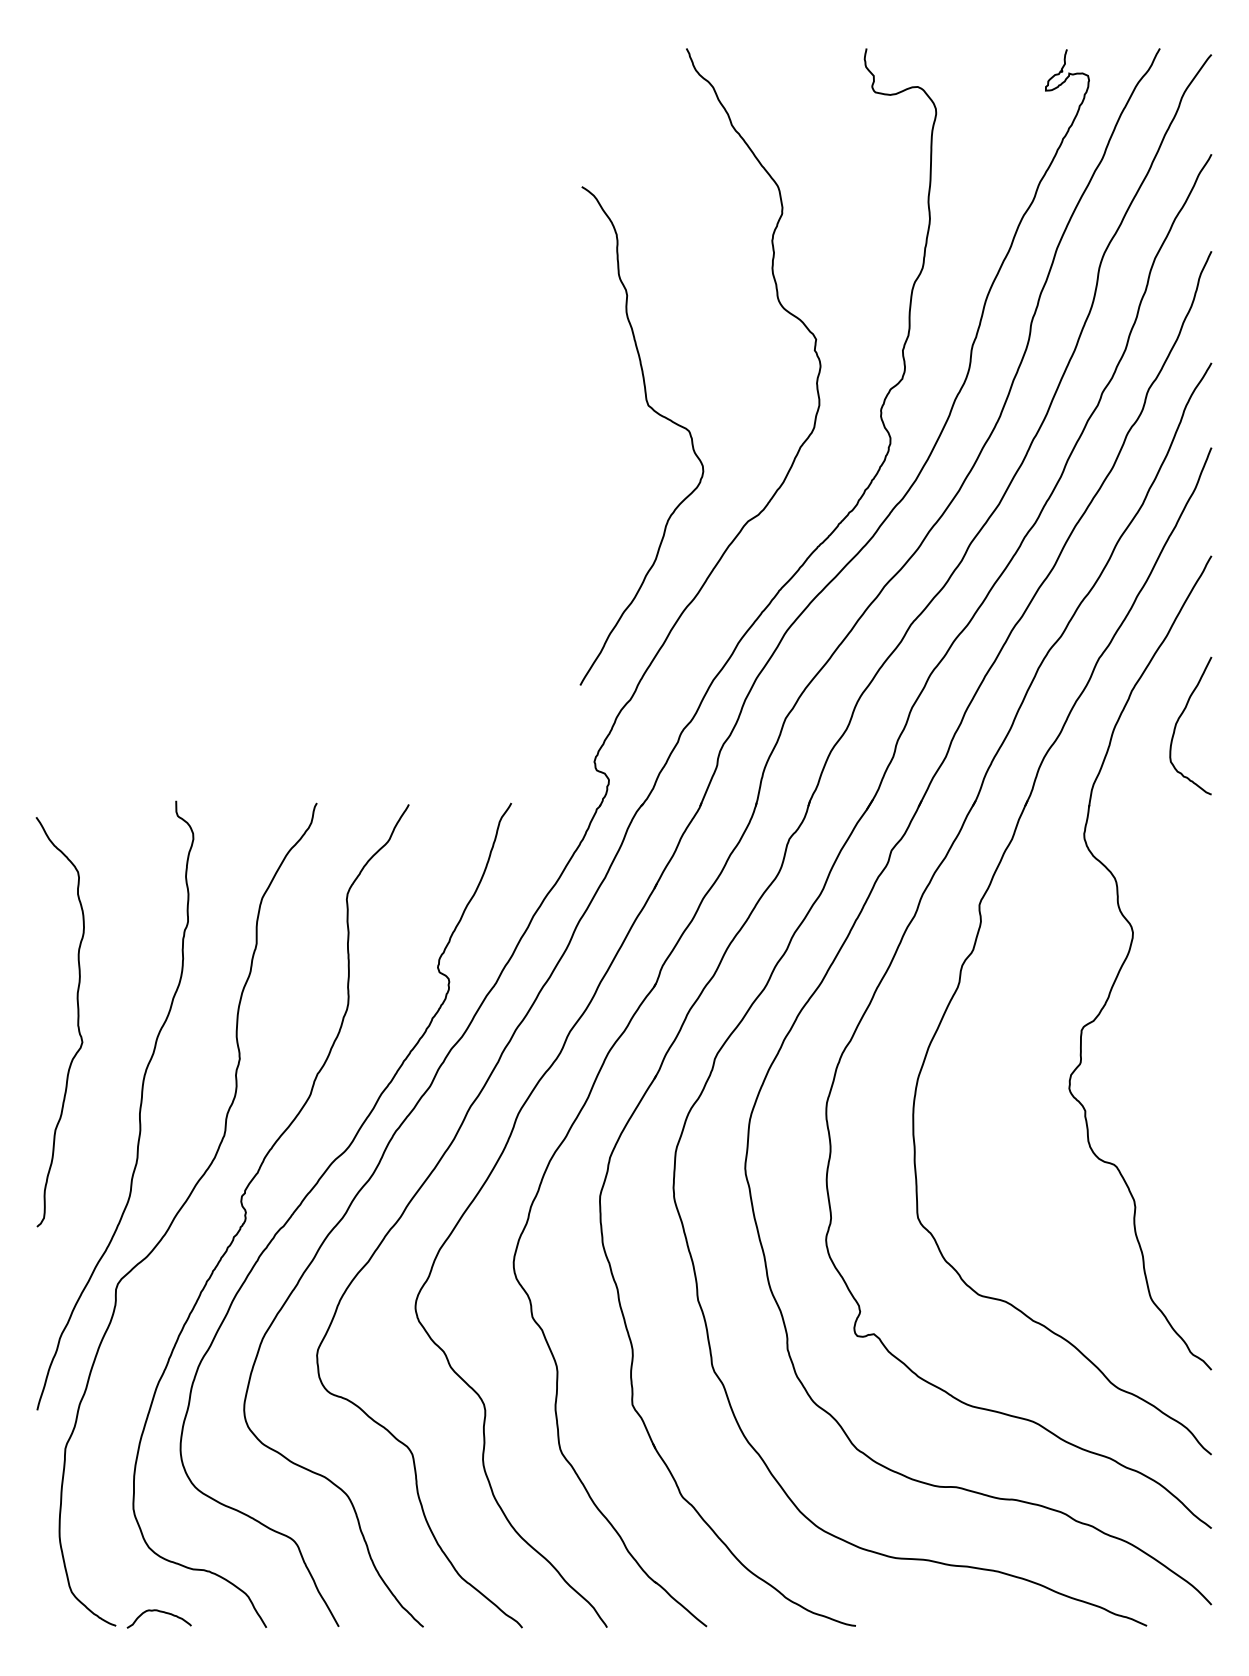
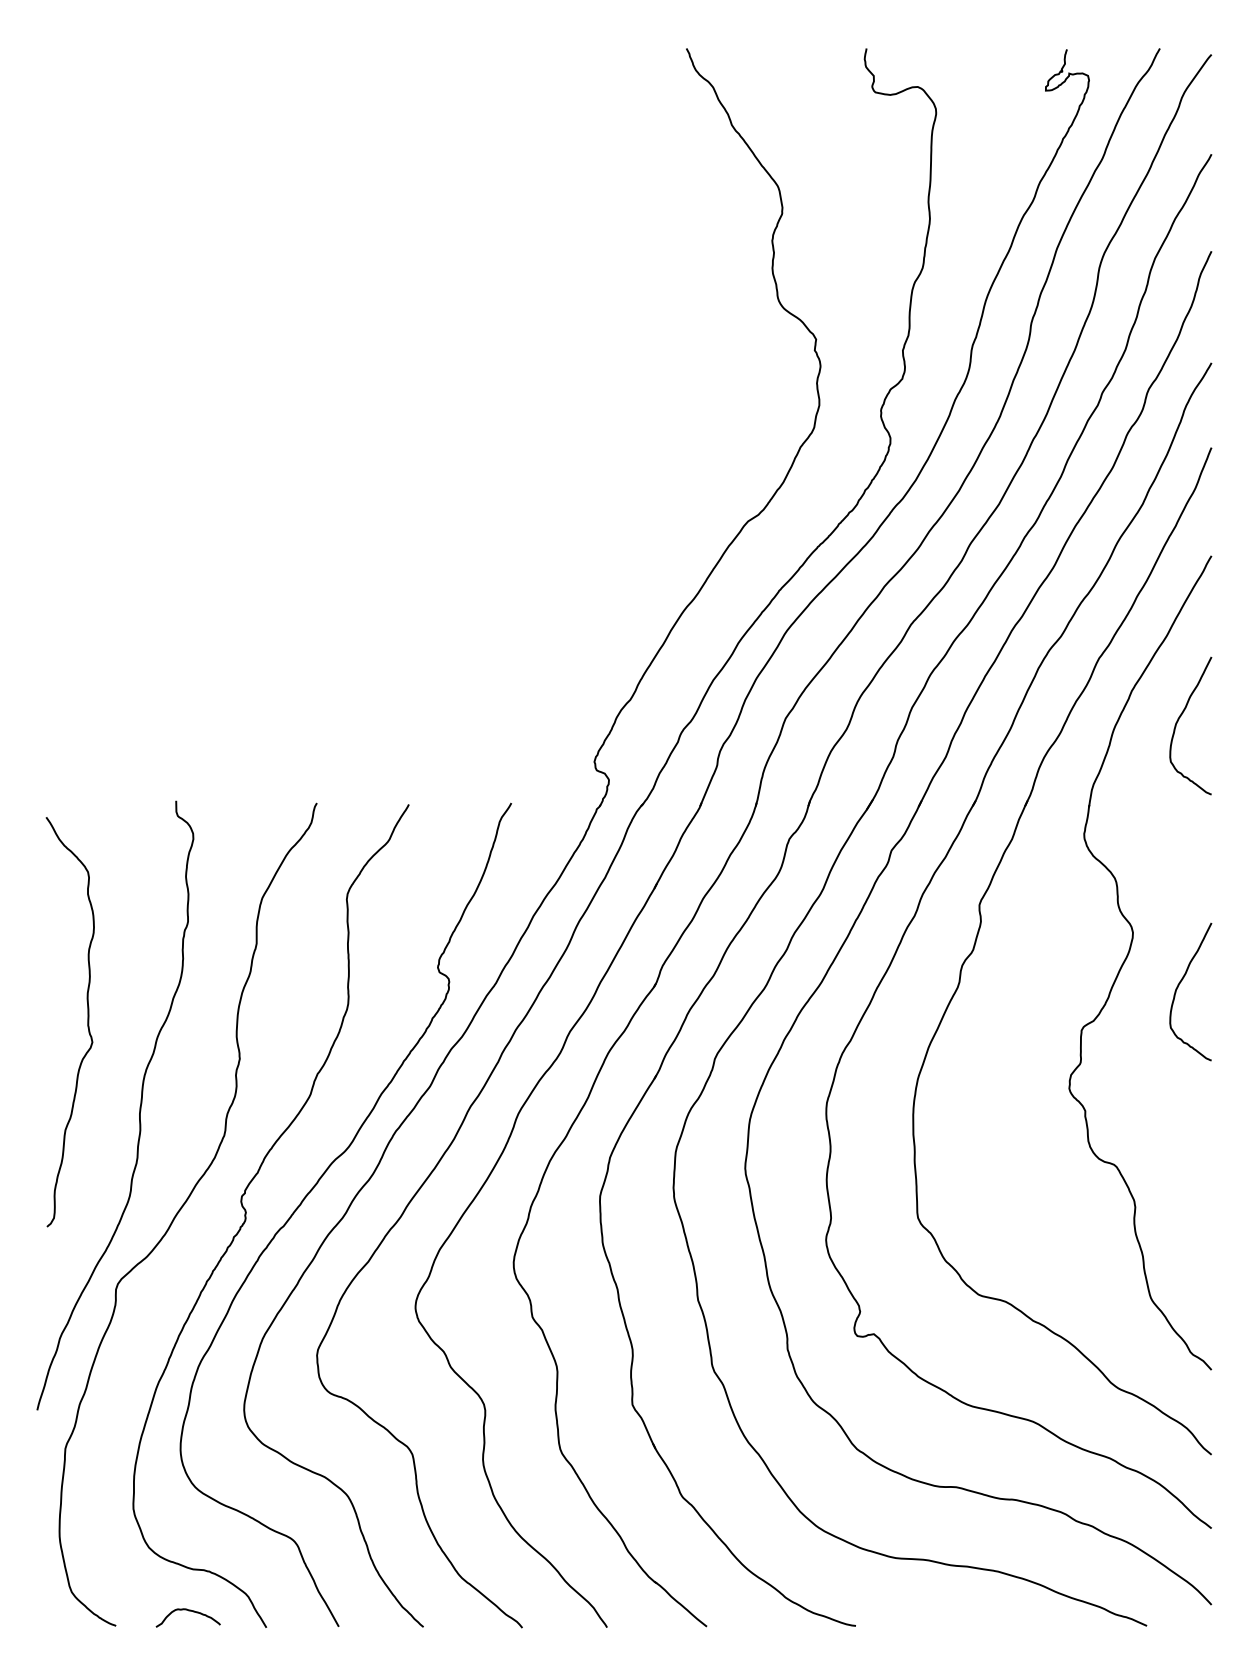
curve at (657, 414): present -> none
curve at (1179, 985): none -> present
curve at (77, 1022) position: (77, 1022) -> (87, 1022)
curve at (159, 1612) position: (159, 1612) -> (188, 1611)
